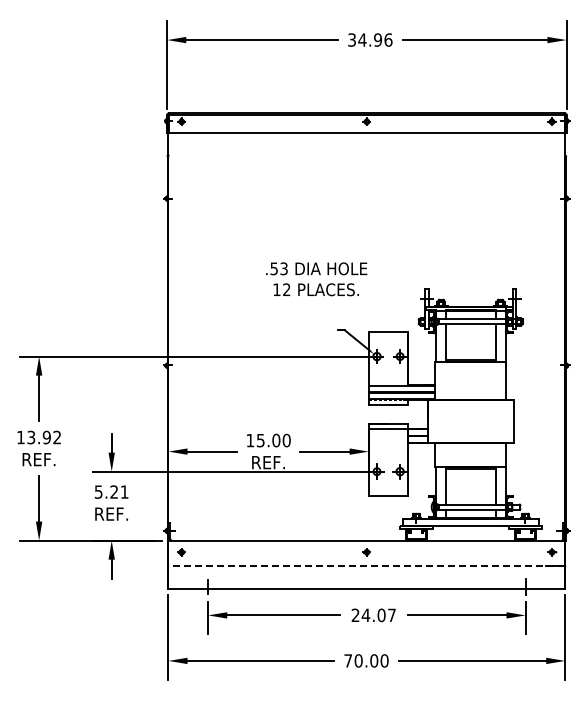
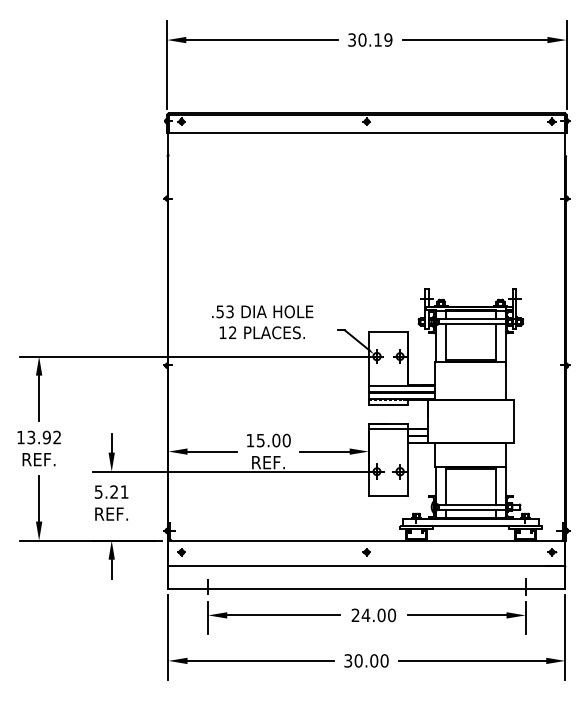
text at (375, 39): 34.96 -> 30.19
text at (316, 279) position: (316, 279) -> (262, 322)
line at (366, 565): dashed -> solid
text at (392, 615): 24.07 -> 24.00
text at (348, 660): 70.00 -> 30.00
